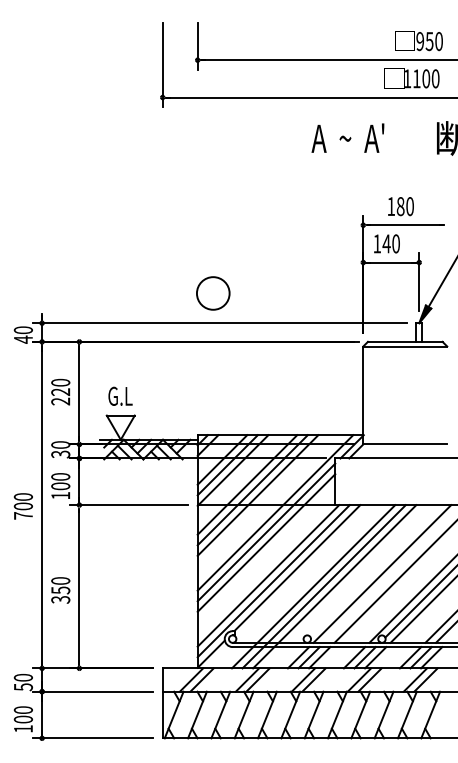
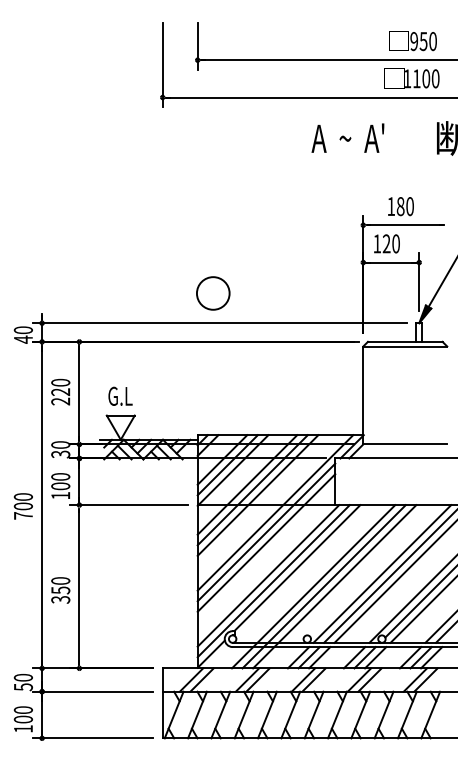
text at (418, 41) position: (418, 41) -> (412, 41)
text at (386, 243): 140 -> 120
line at (389, 577): none -> present
